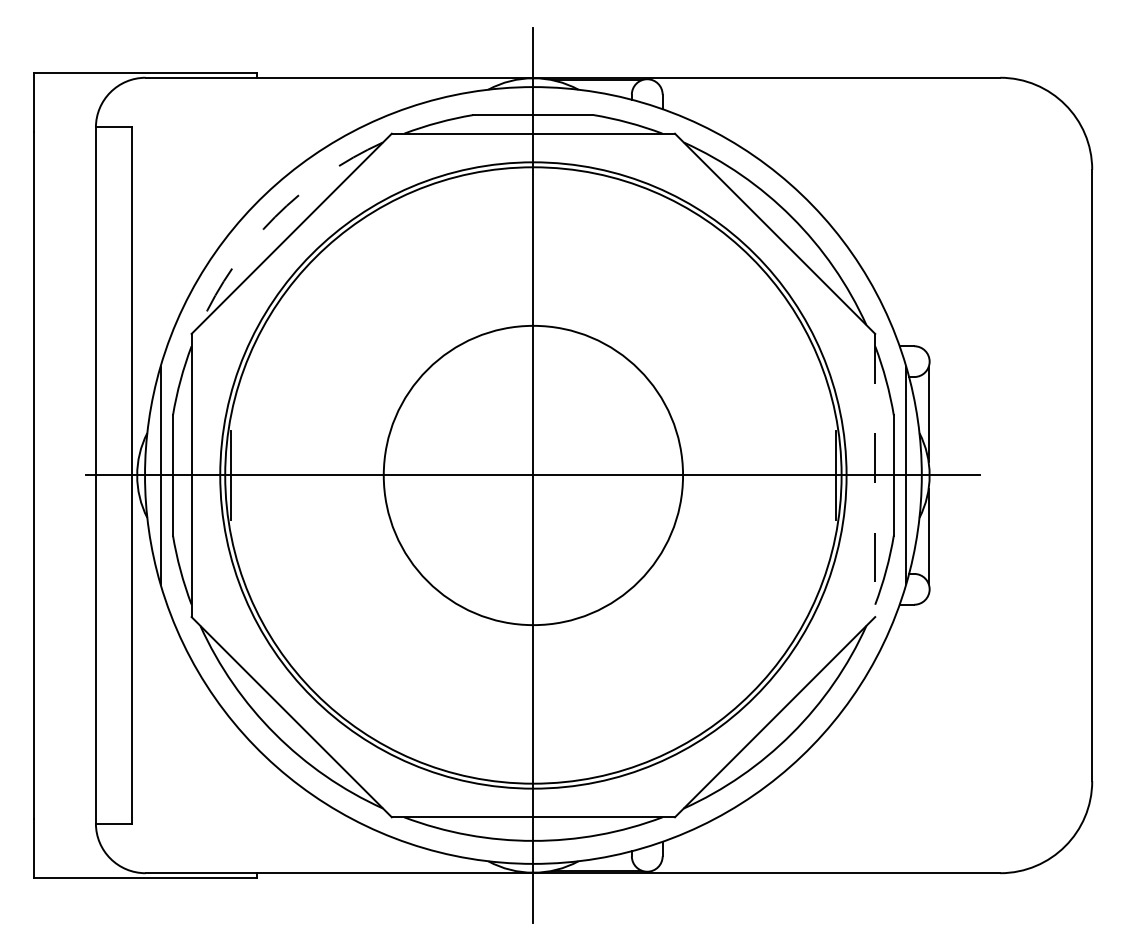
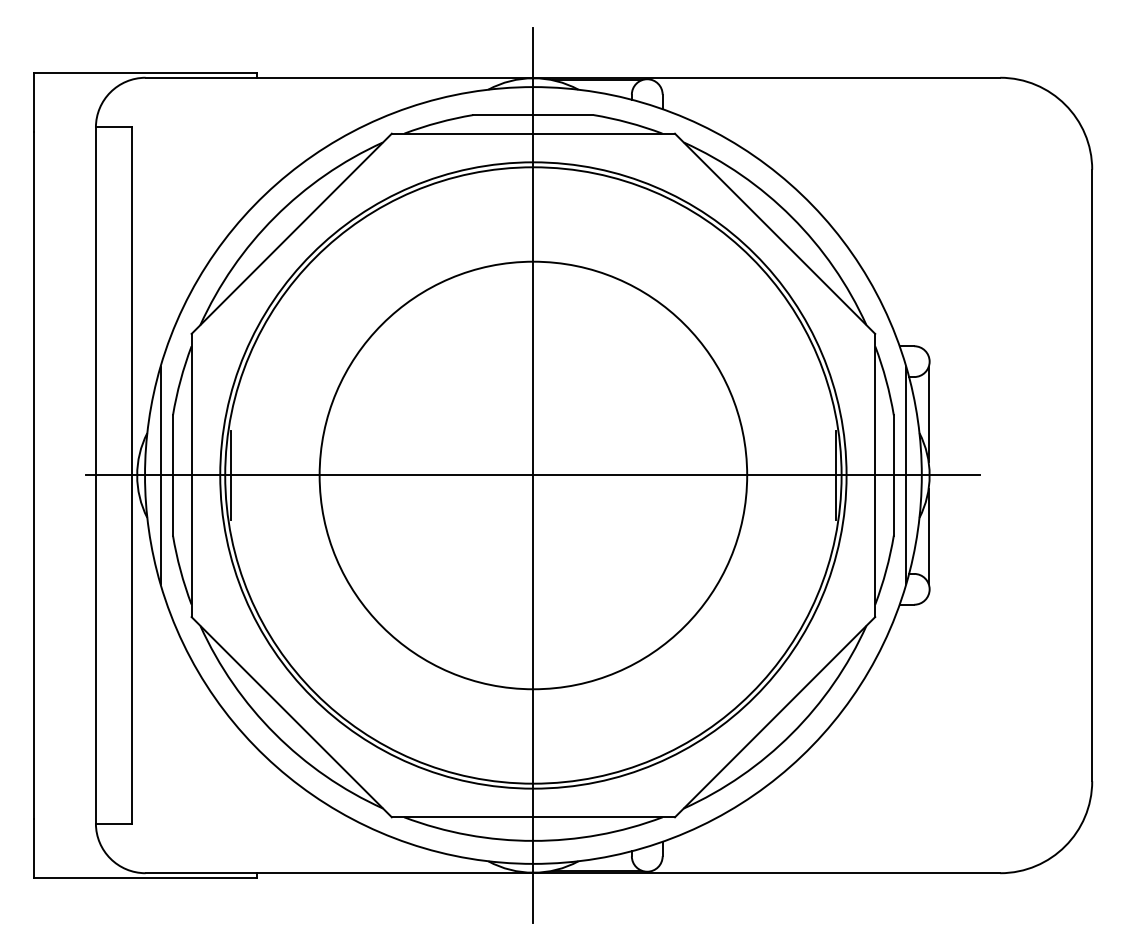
arc at (274, 217): dashed -> solid
circle at (533, 475) diameter: 299 px -> 428 px
line at (875, 475): dashed -> solid
